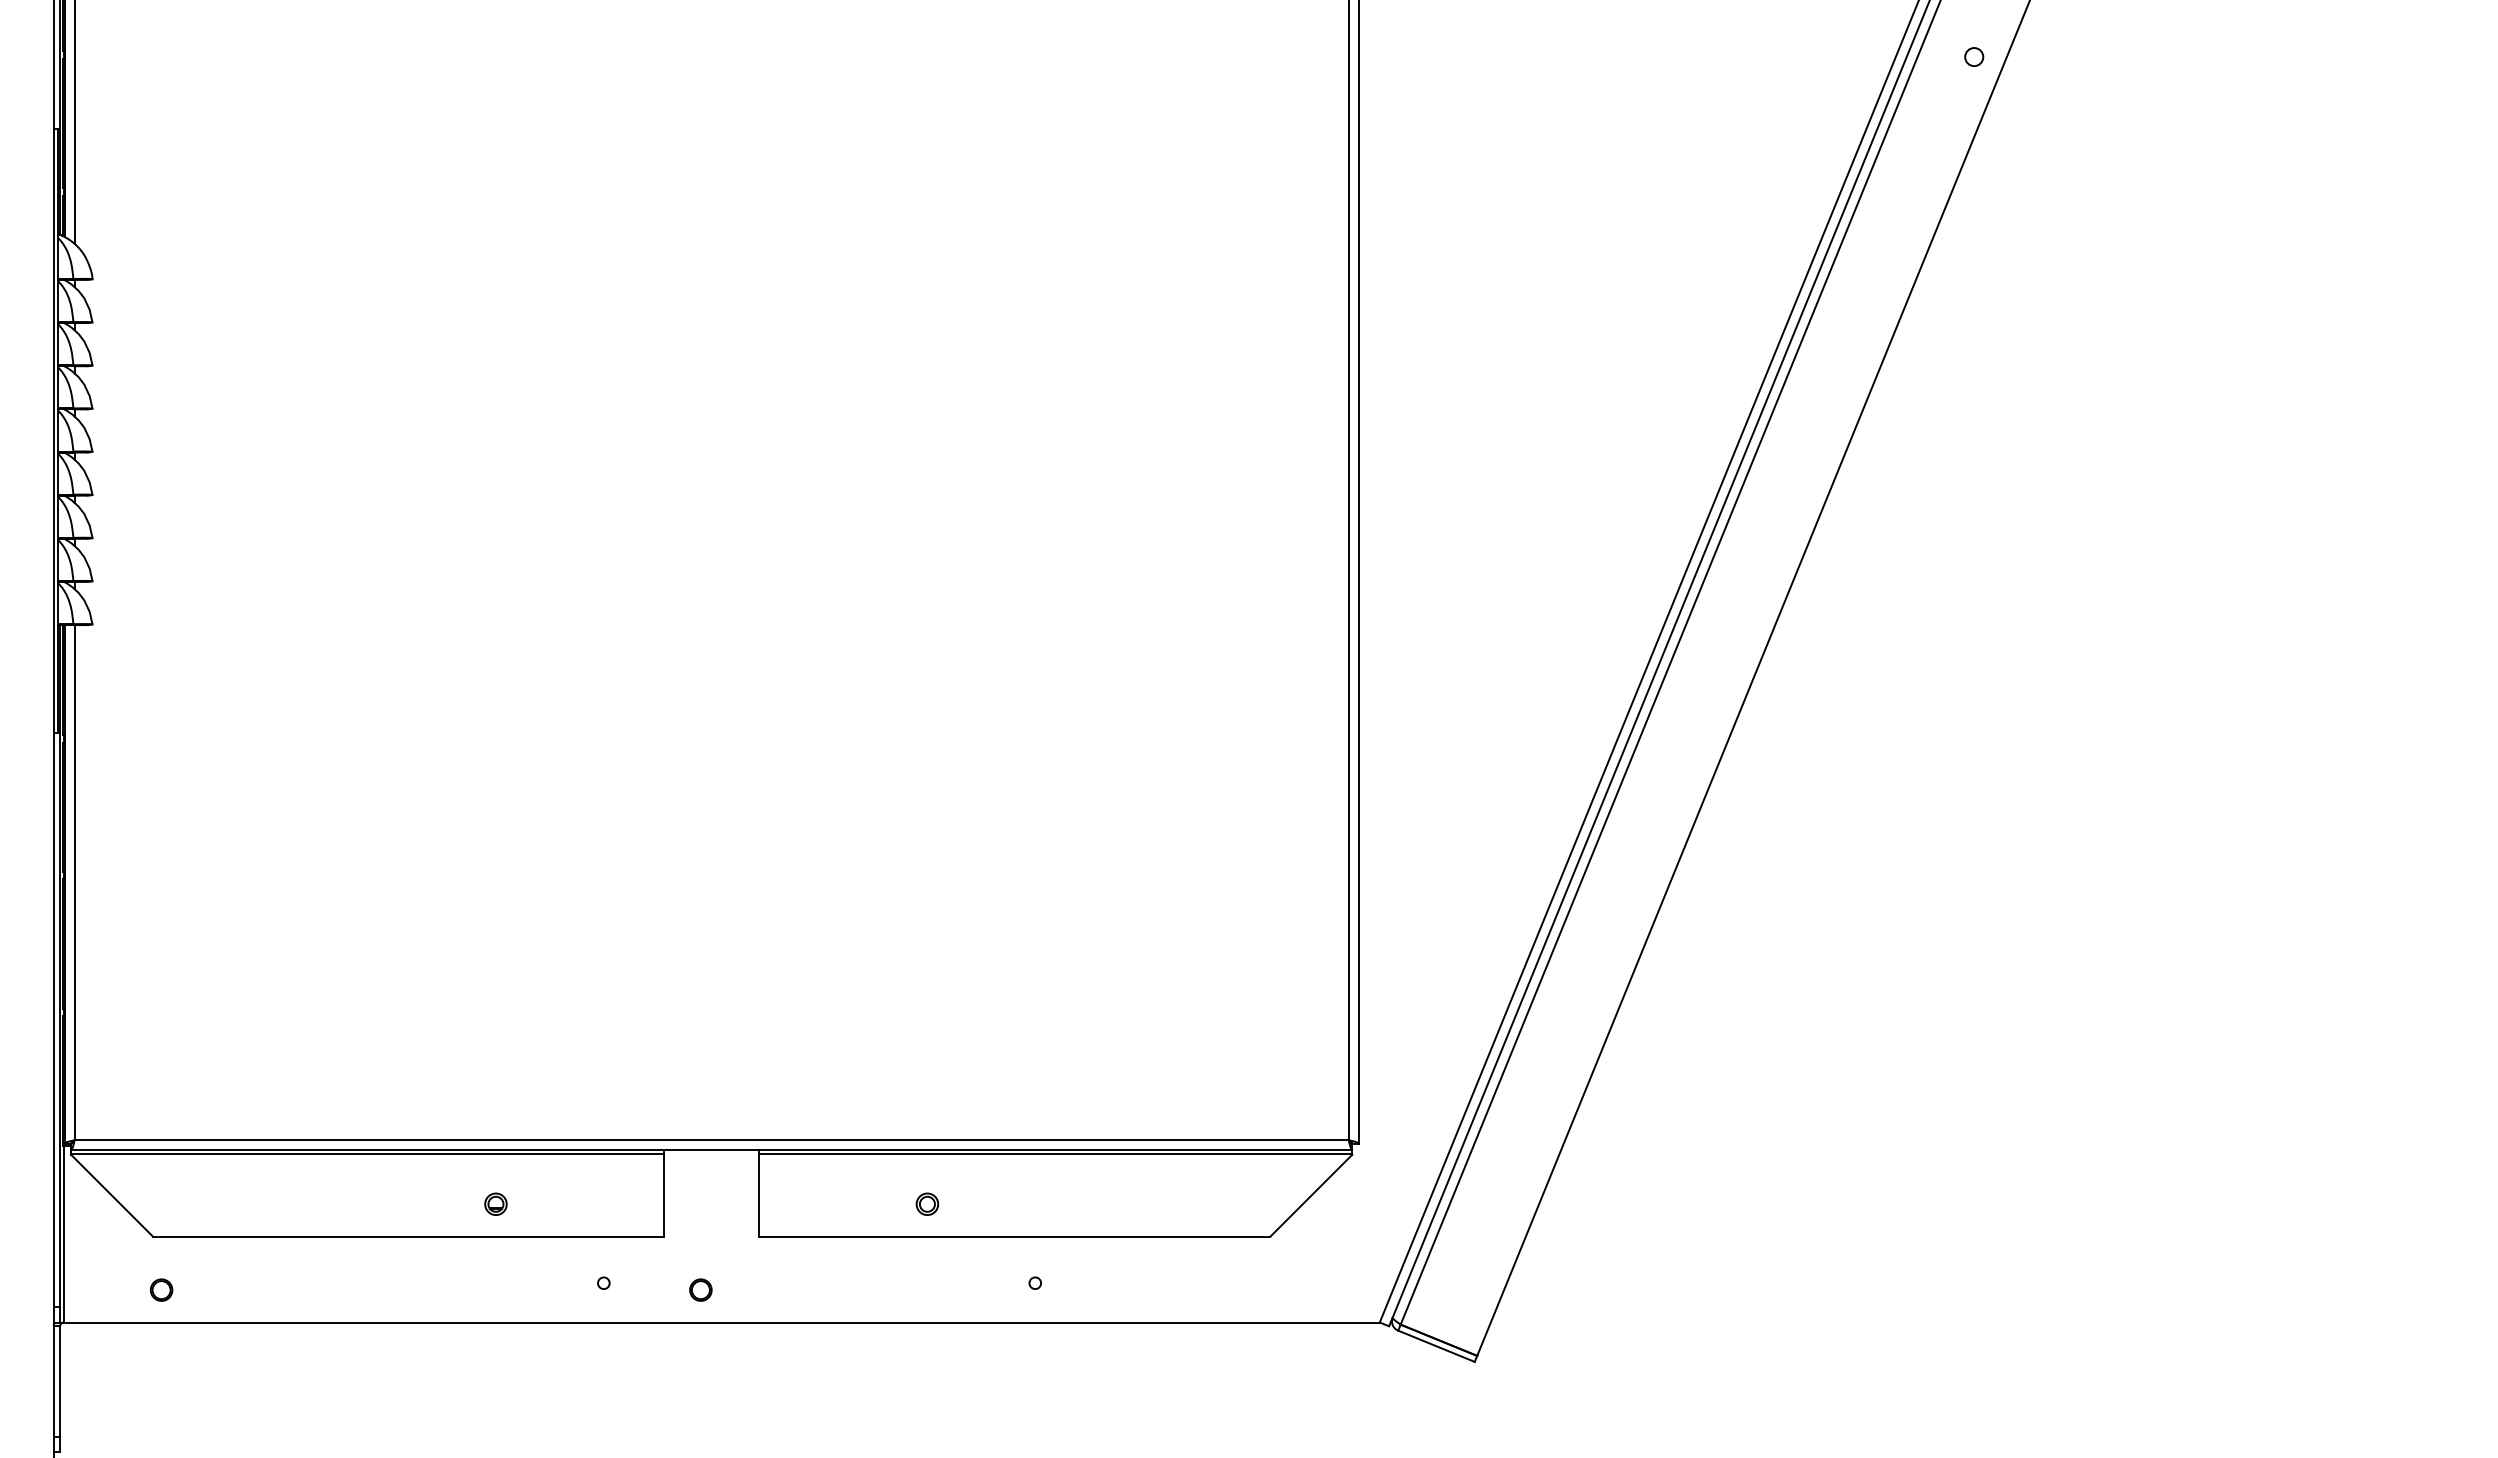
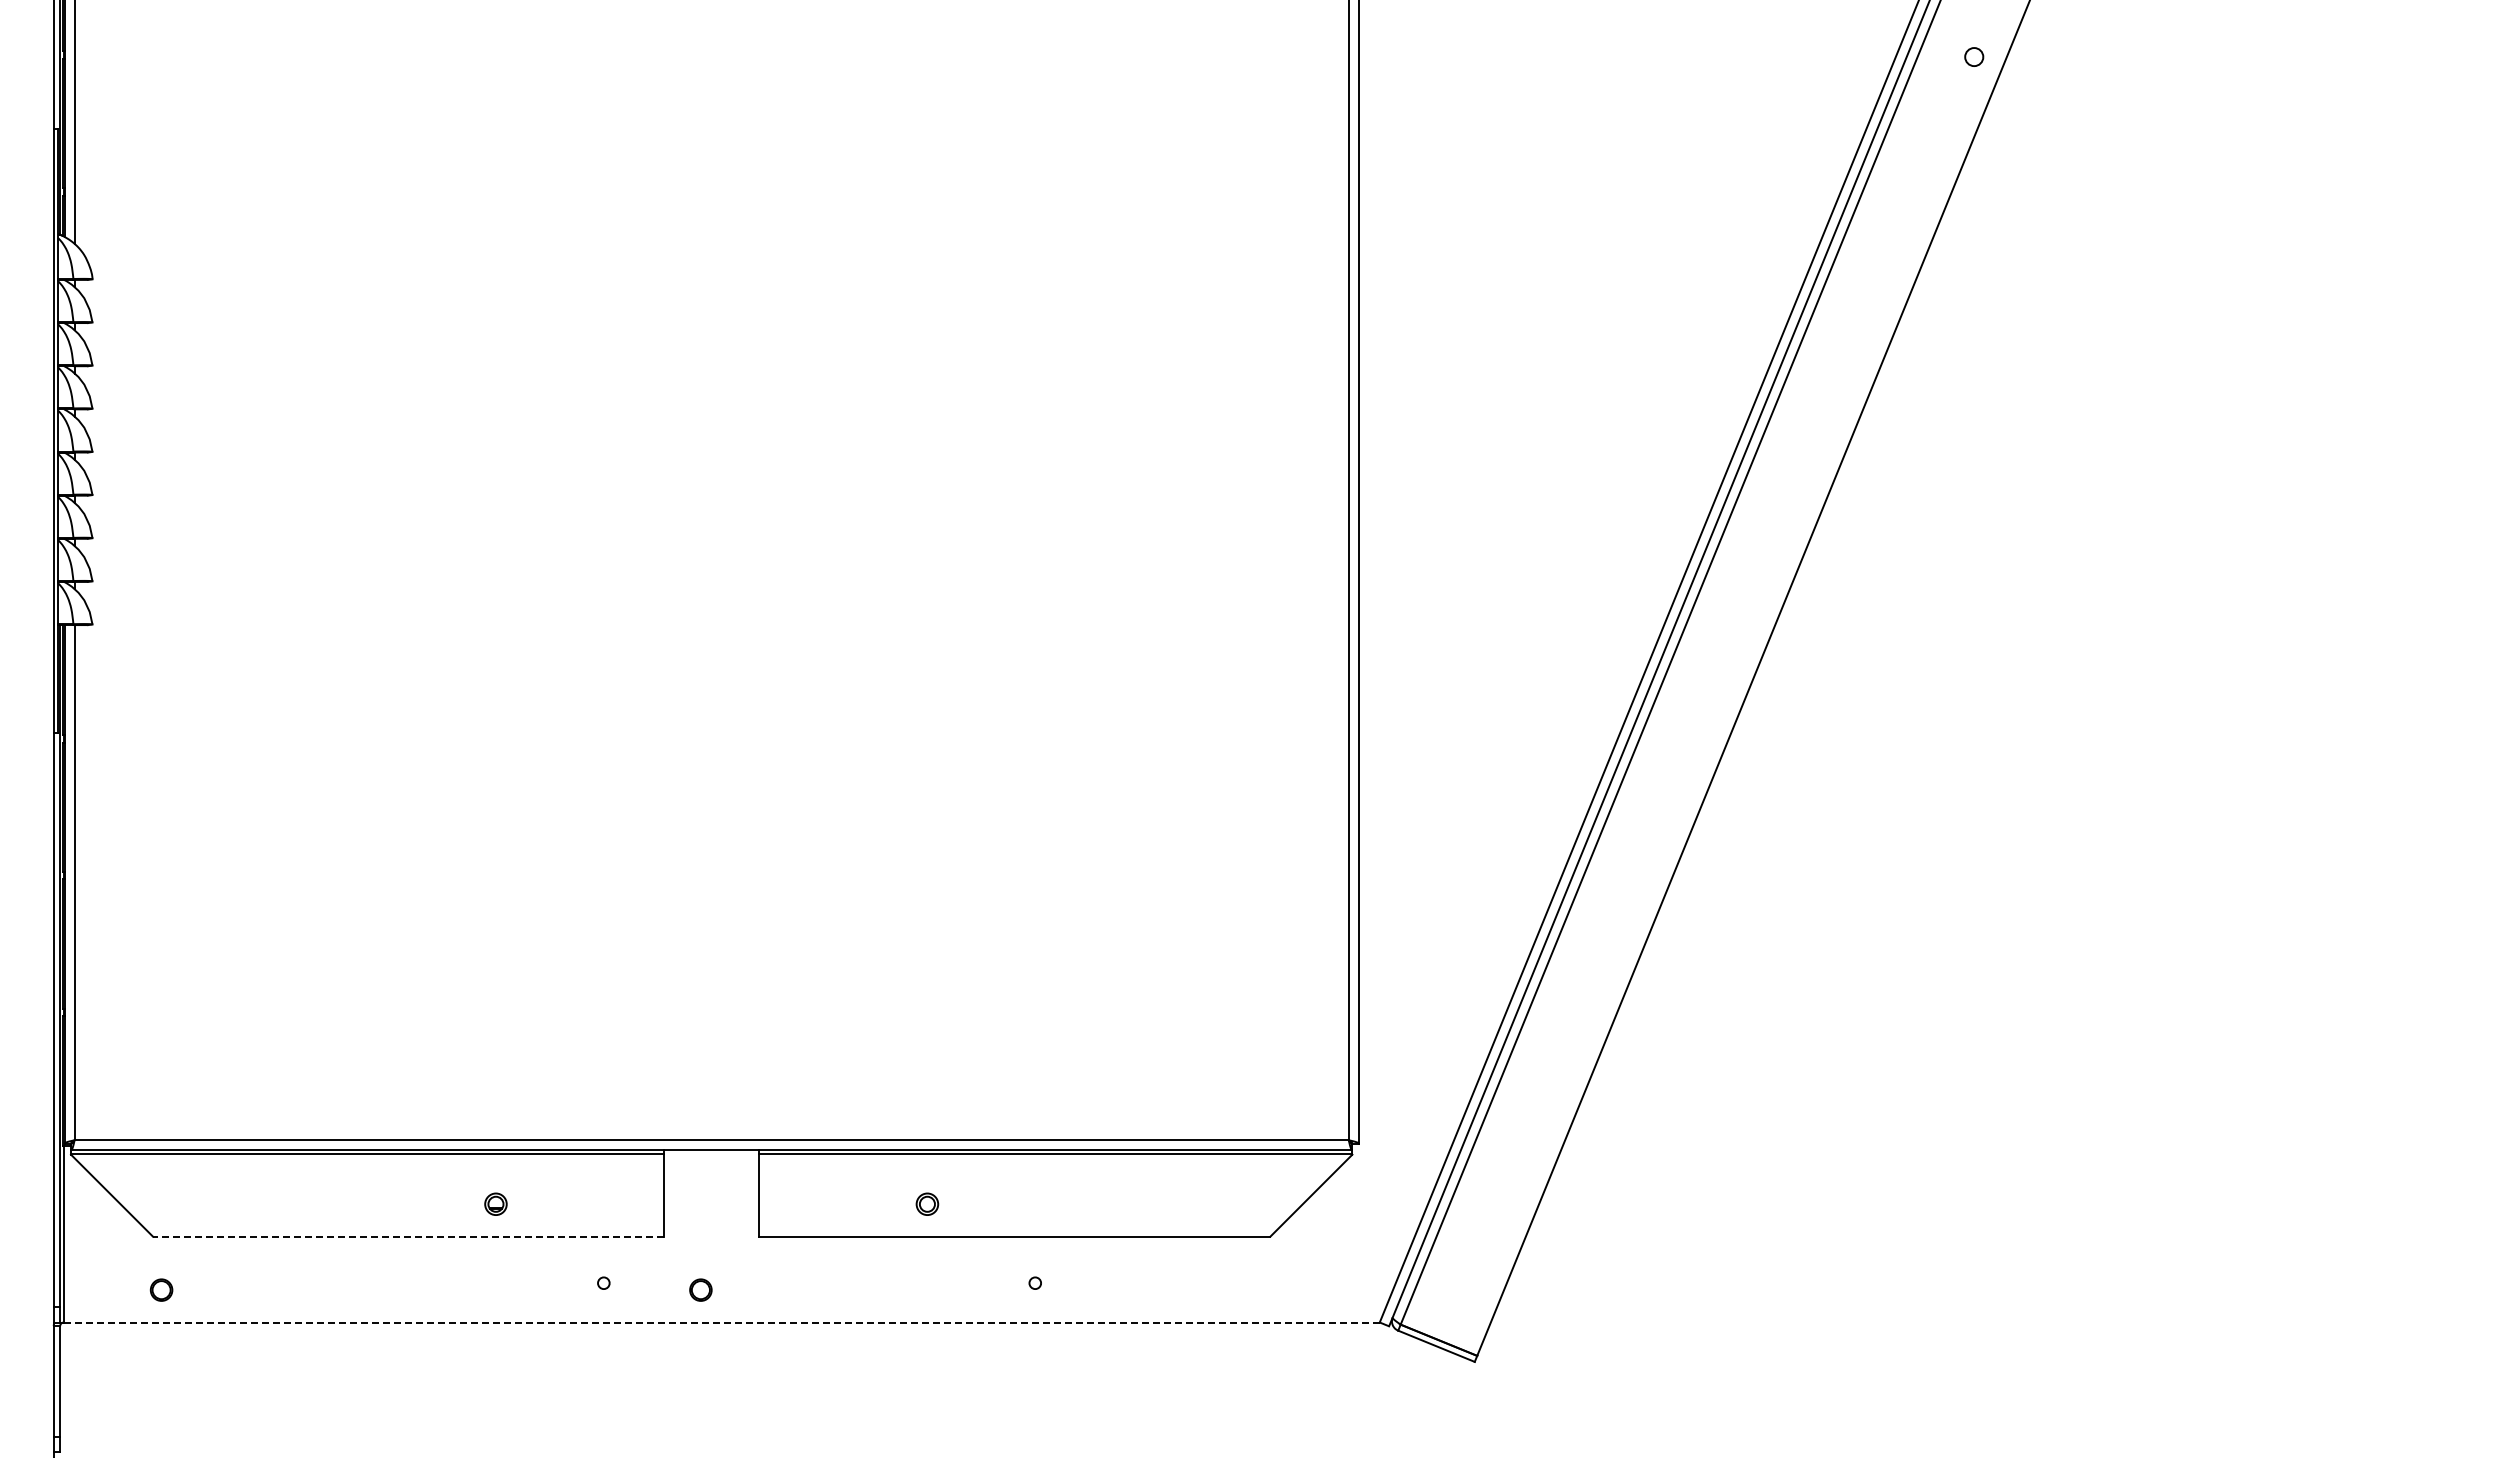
line at (408, 1236): solid -> dashed
line at (721, 1322): solid -> dashed
